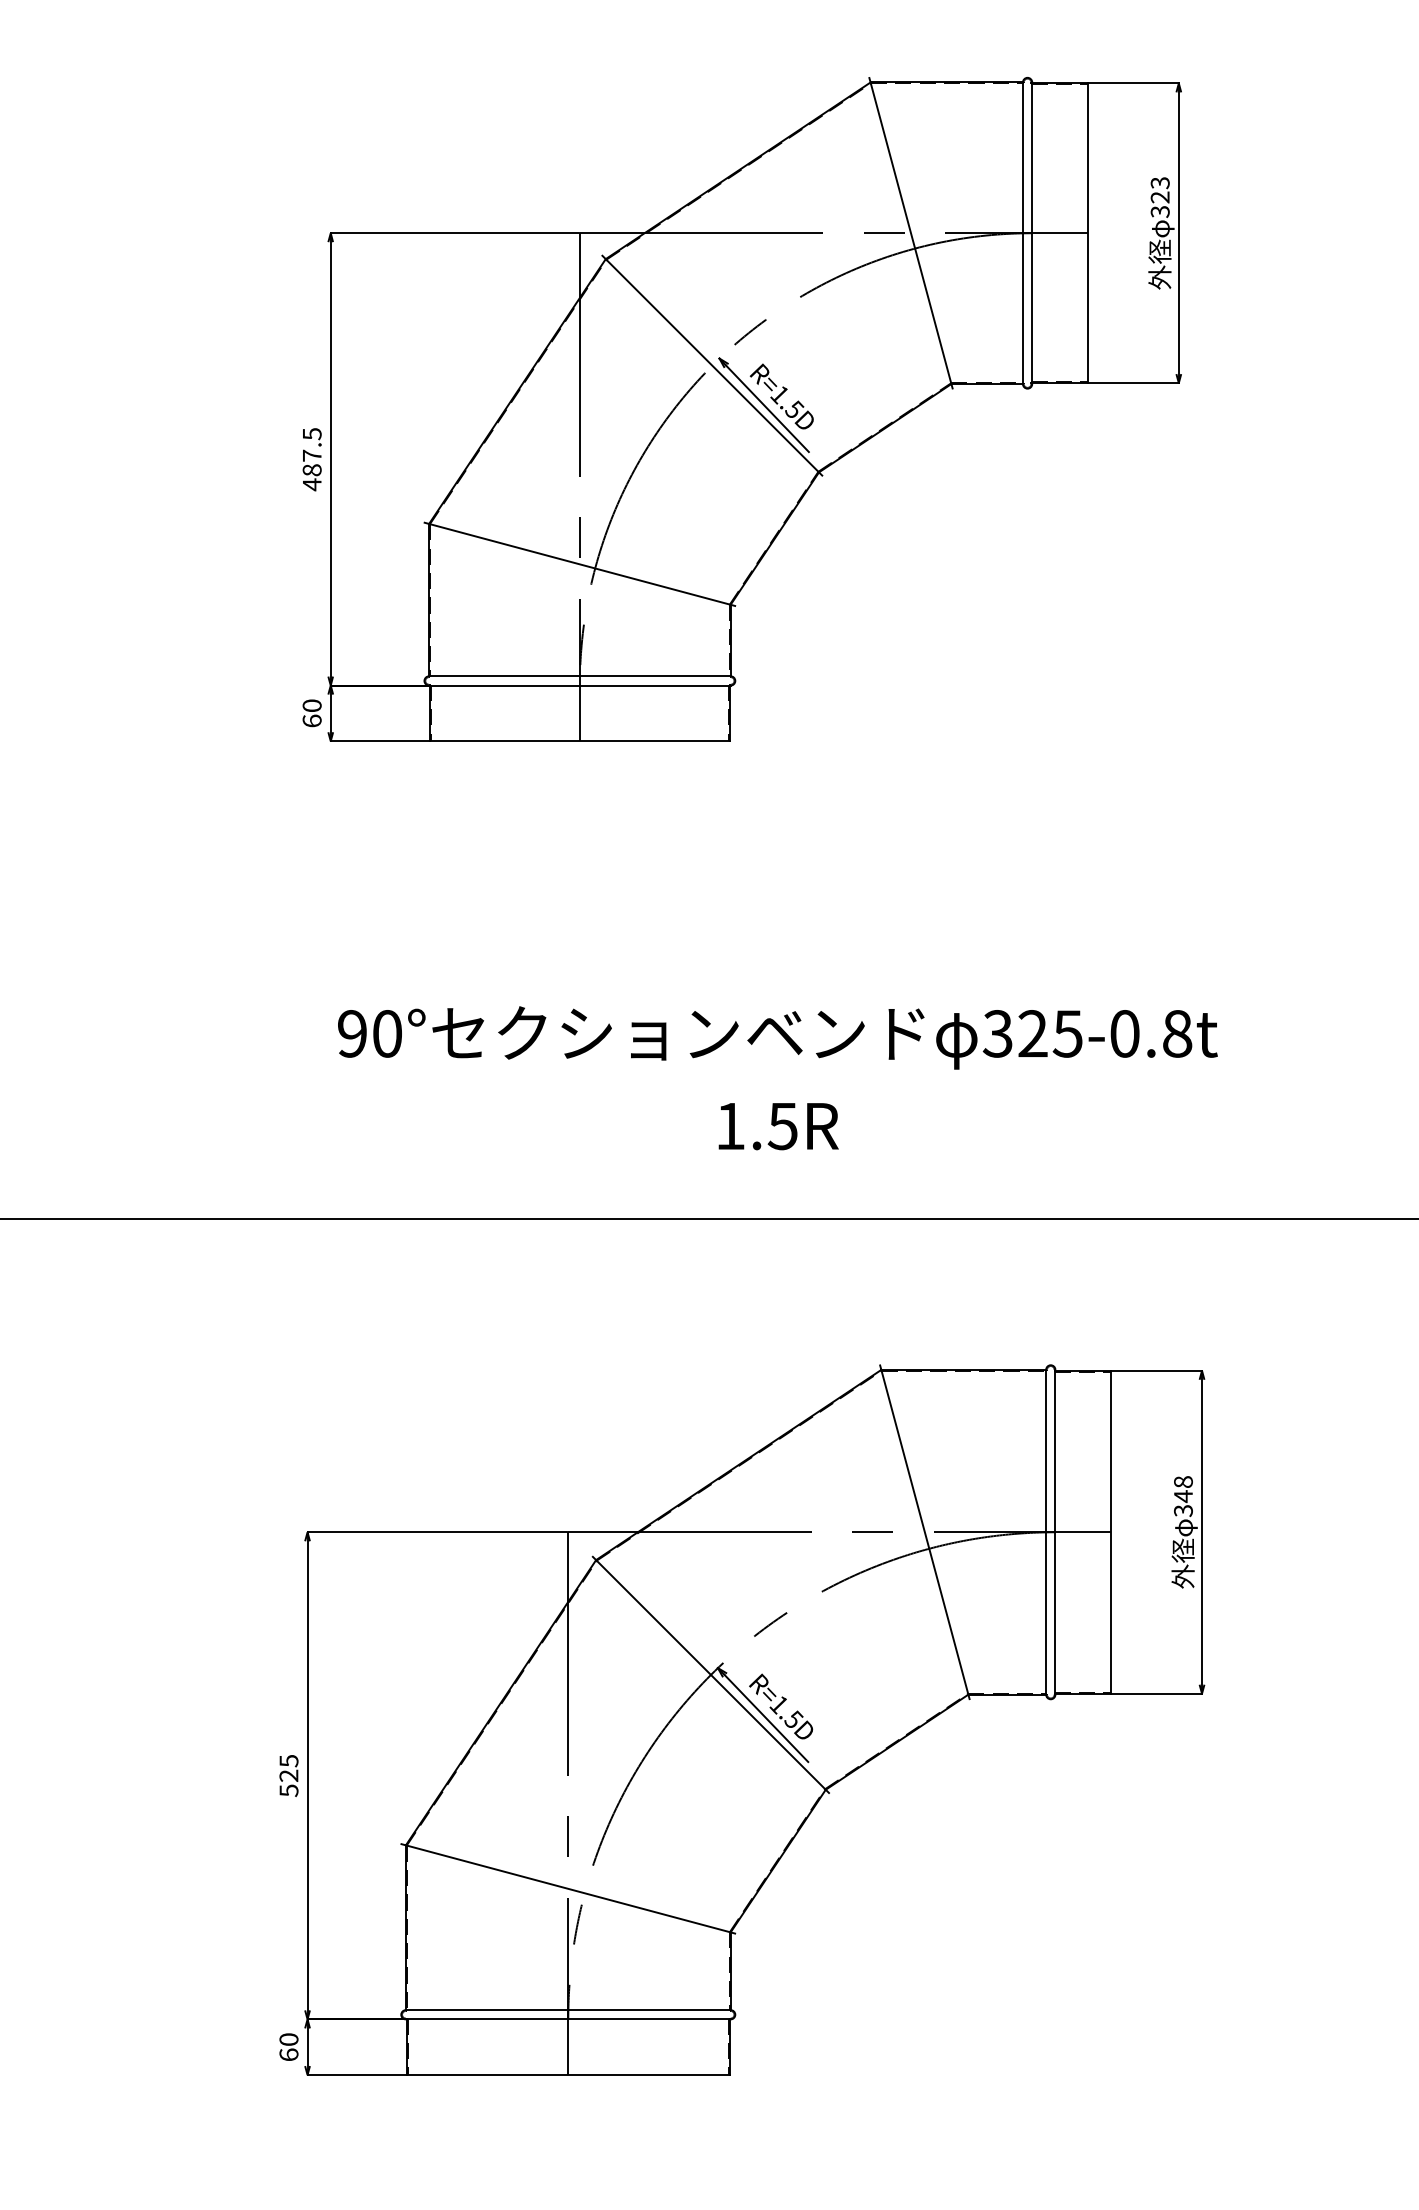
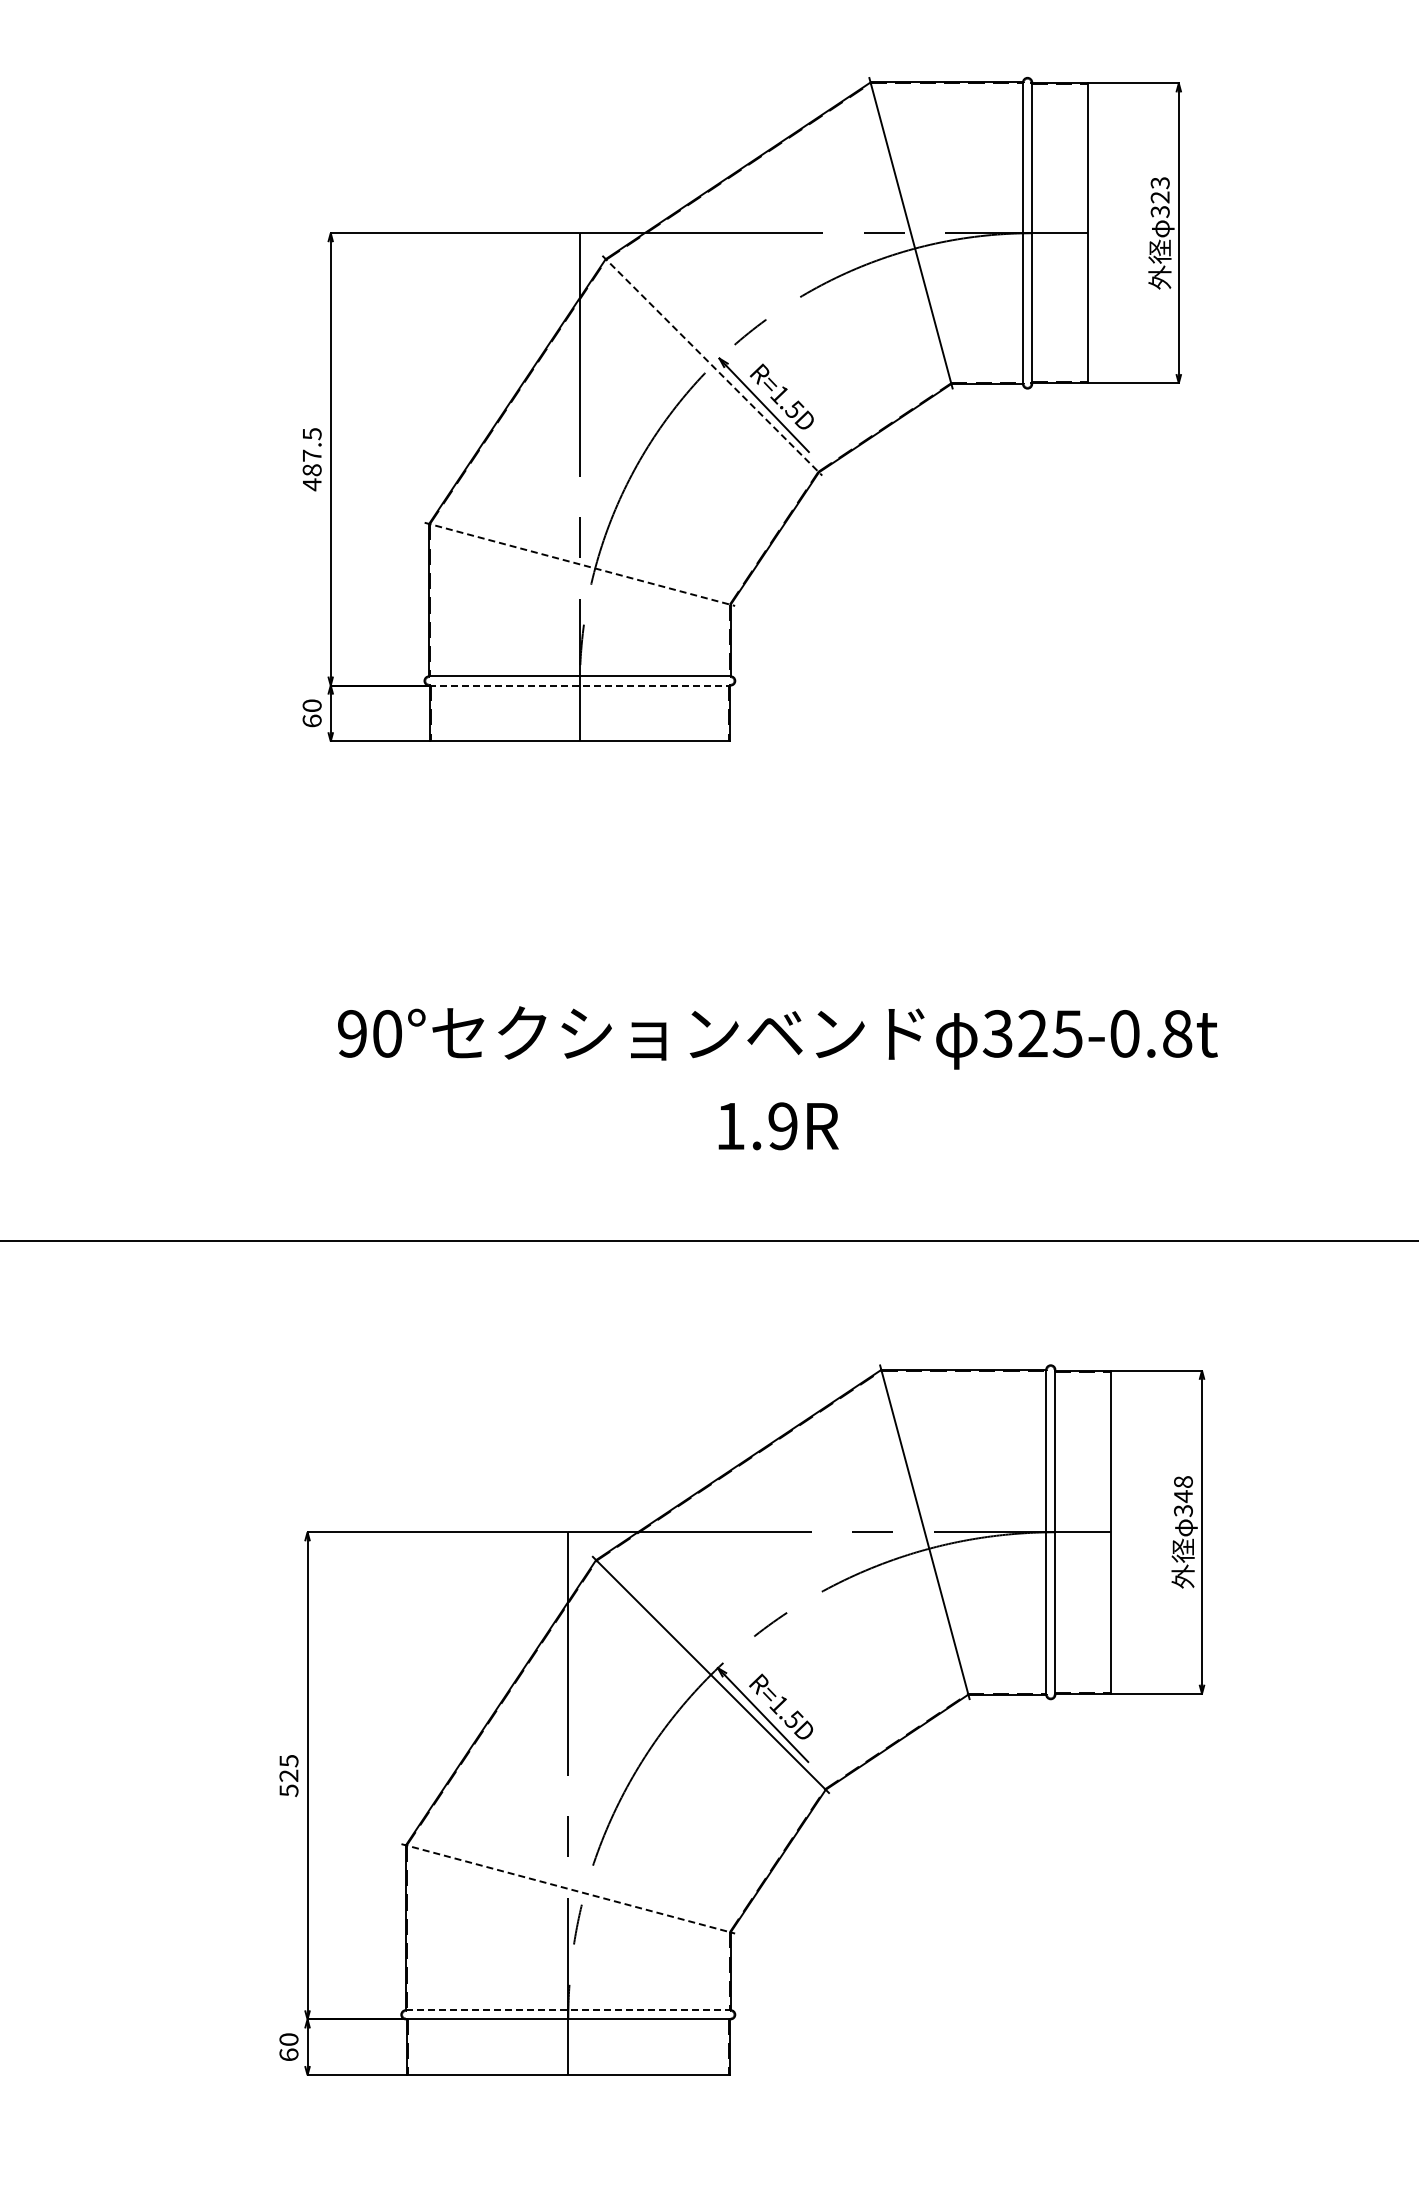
line at (712, 366): solid -> dashed
line at (579, 564): solid -> dashed
line at (579, 685): solid -> dashed
text at (782, 1126): 1.5R -> 1.9R
line at (708, 1219) position: (708, 1219) -> (708, 1241)
line at (568, 1888): solid -> dashed
line at (568, 2010): solid -> dashed
